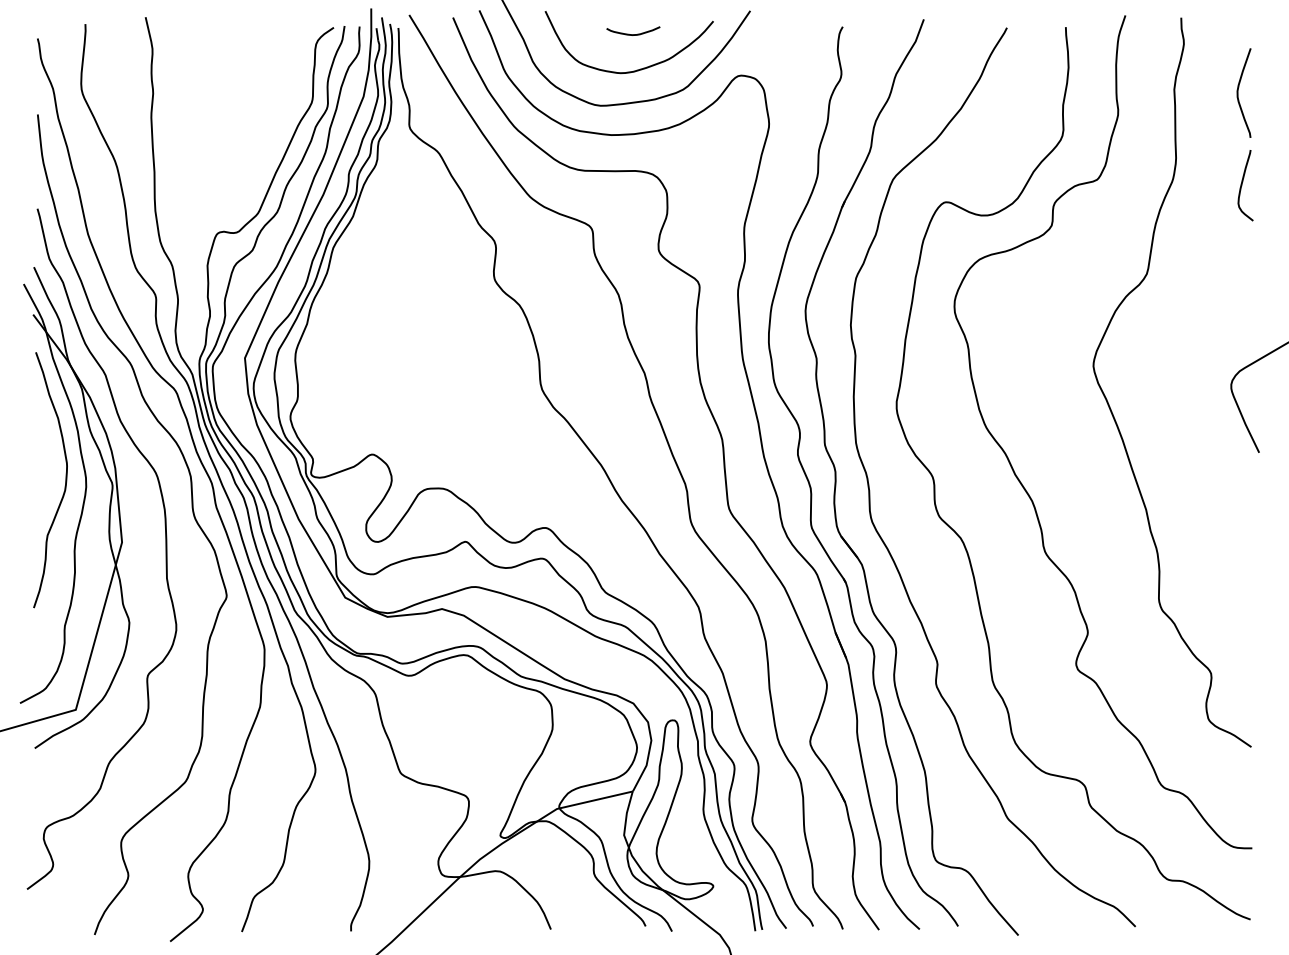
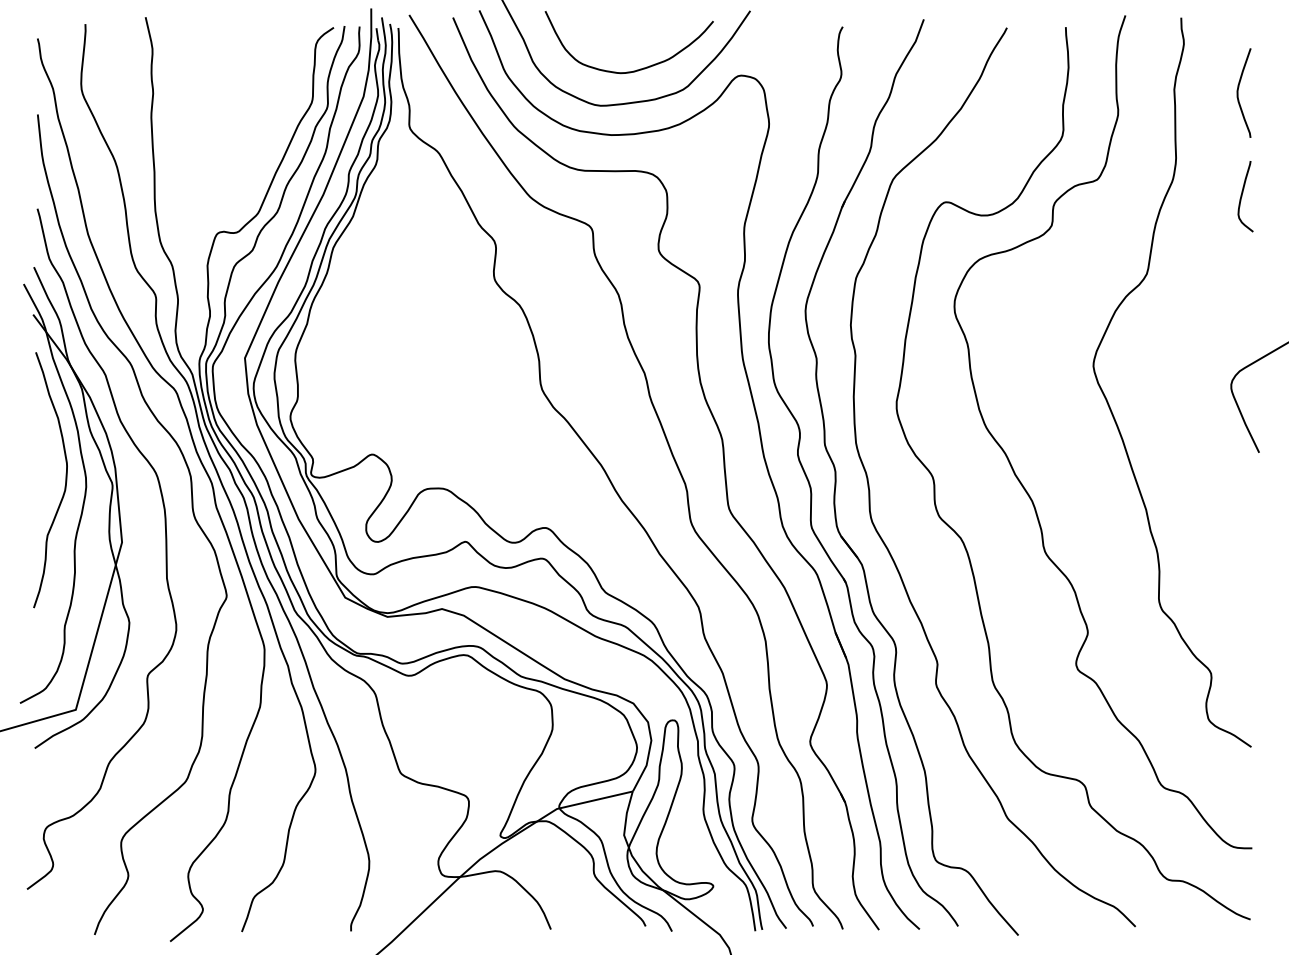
curve at (633, 34): present -> none
curve at (1242, 185) position: (1242, 185) -> (1242, 196)
